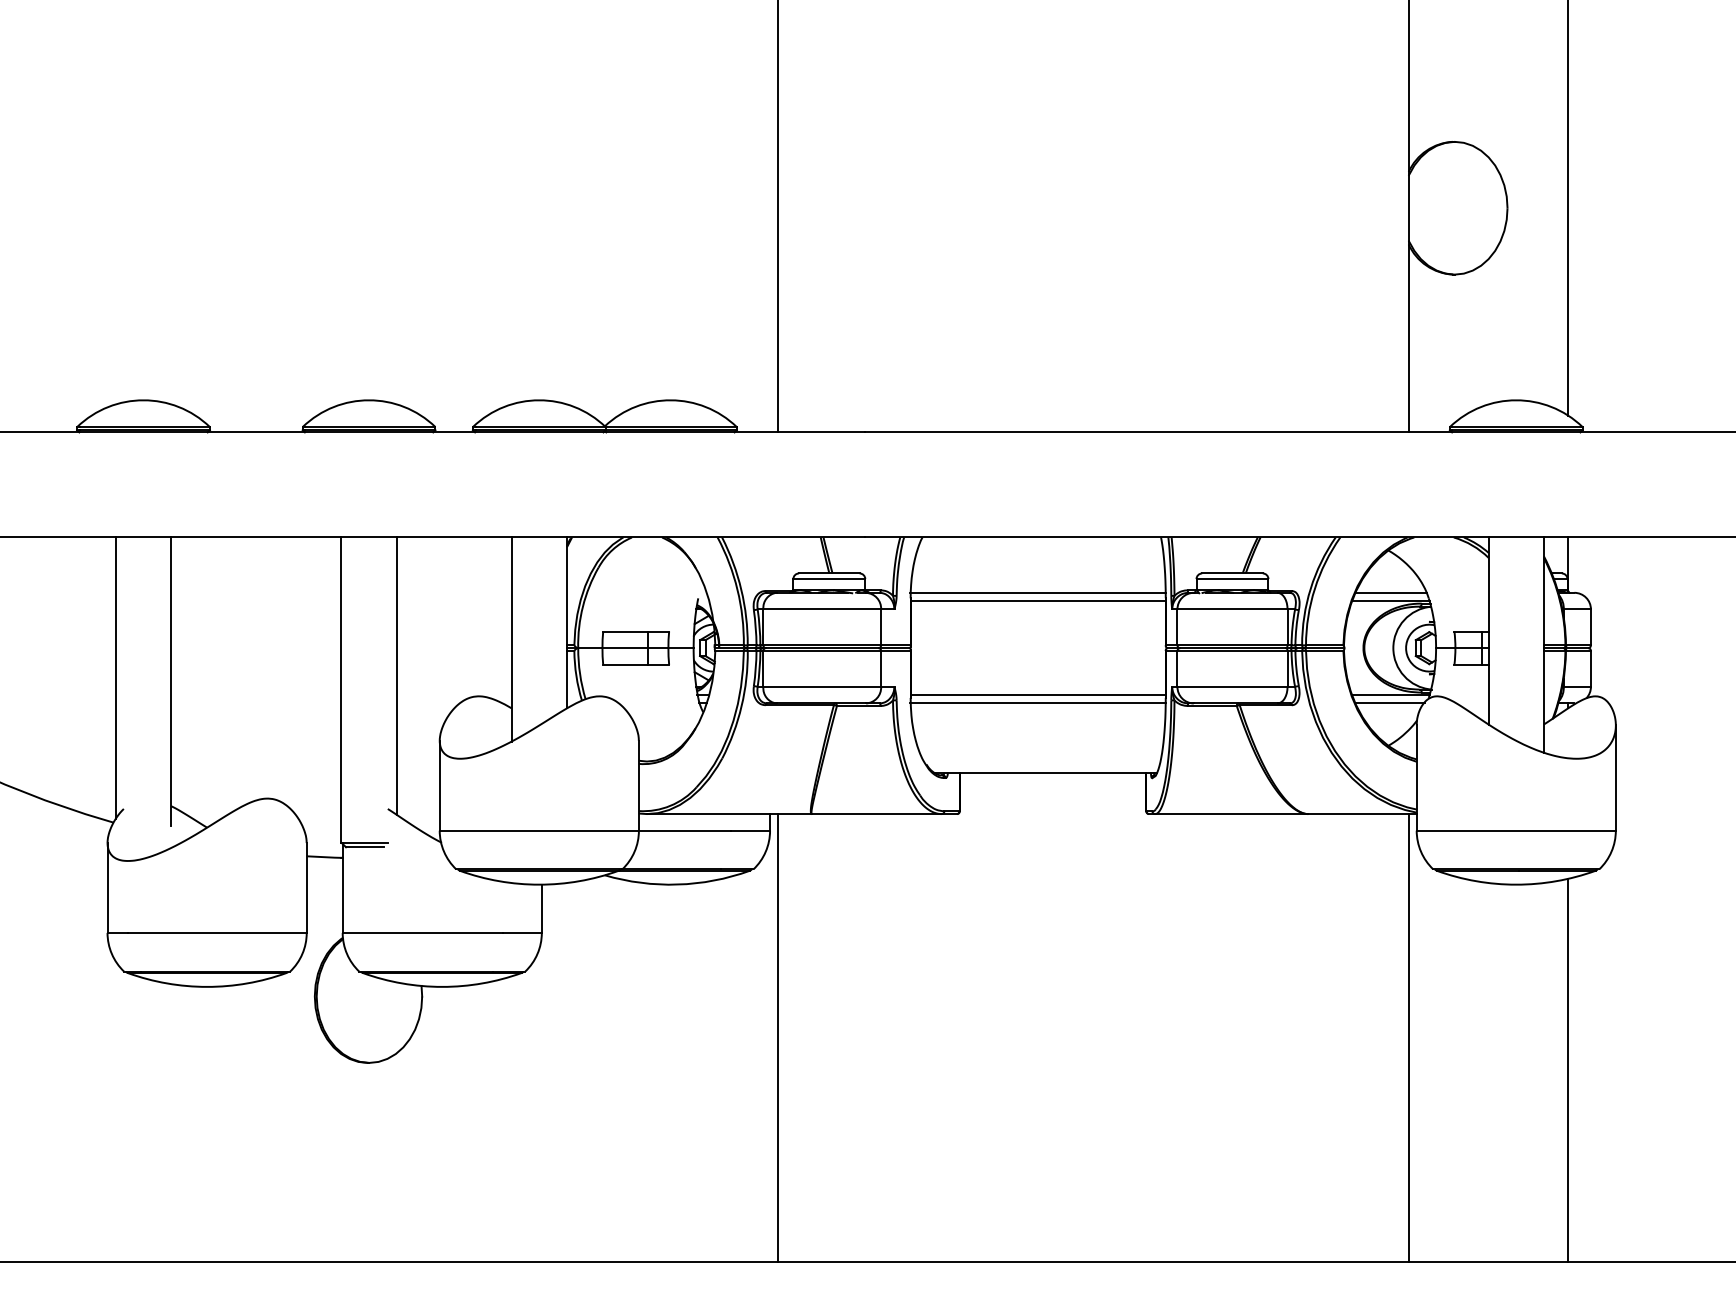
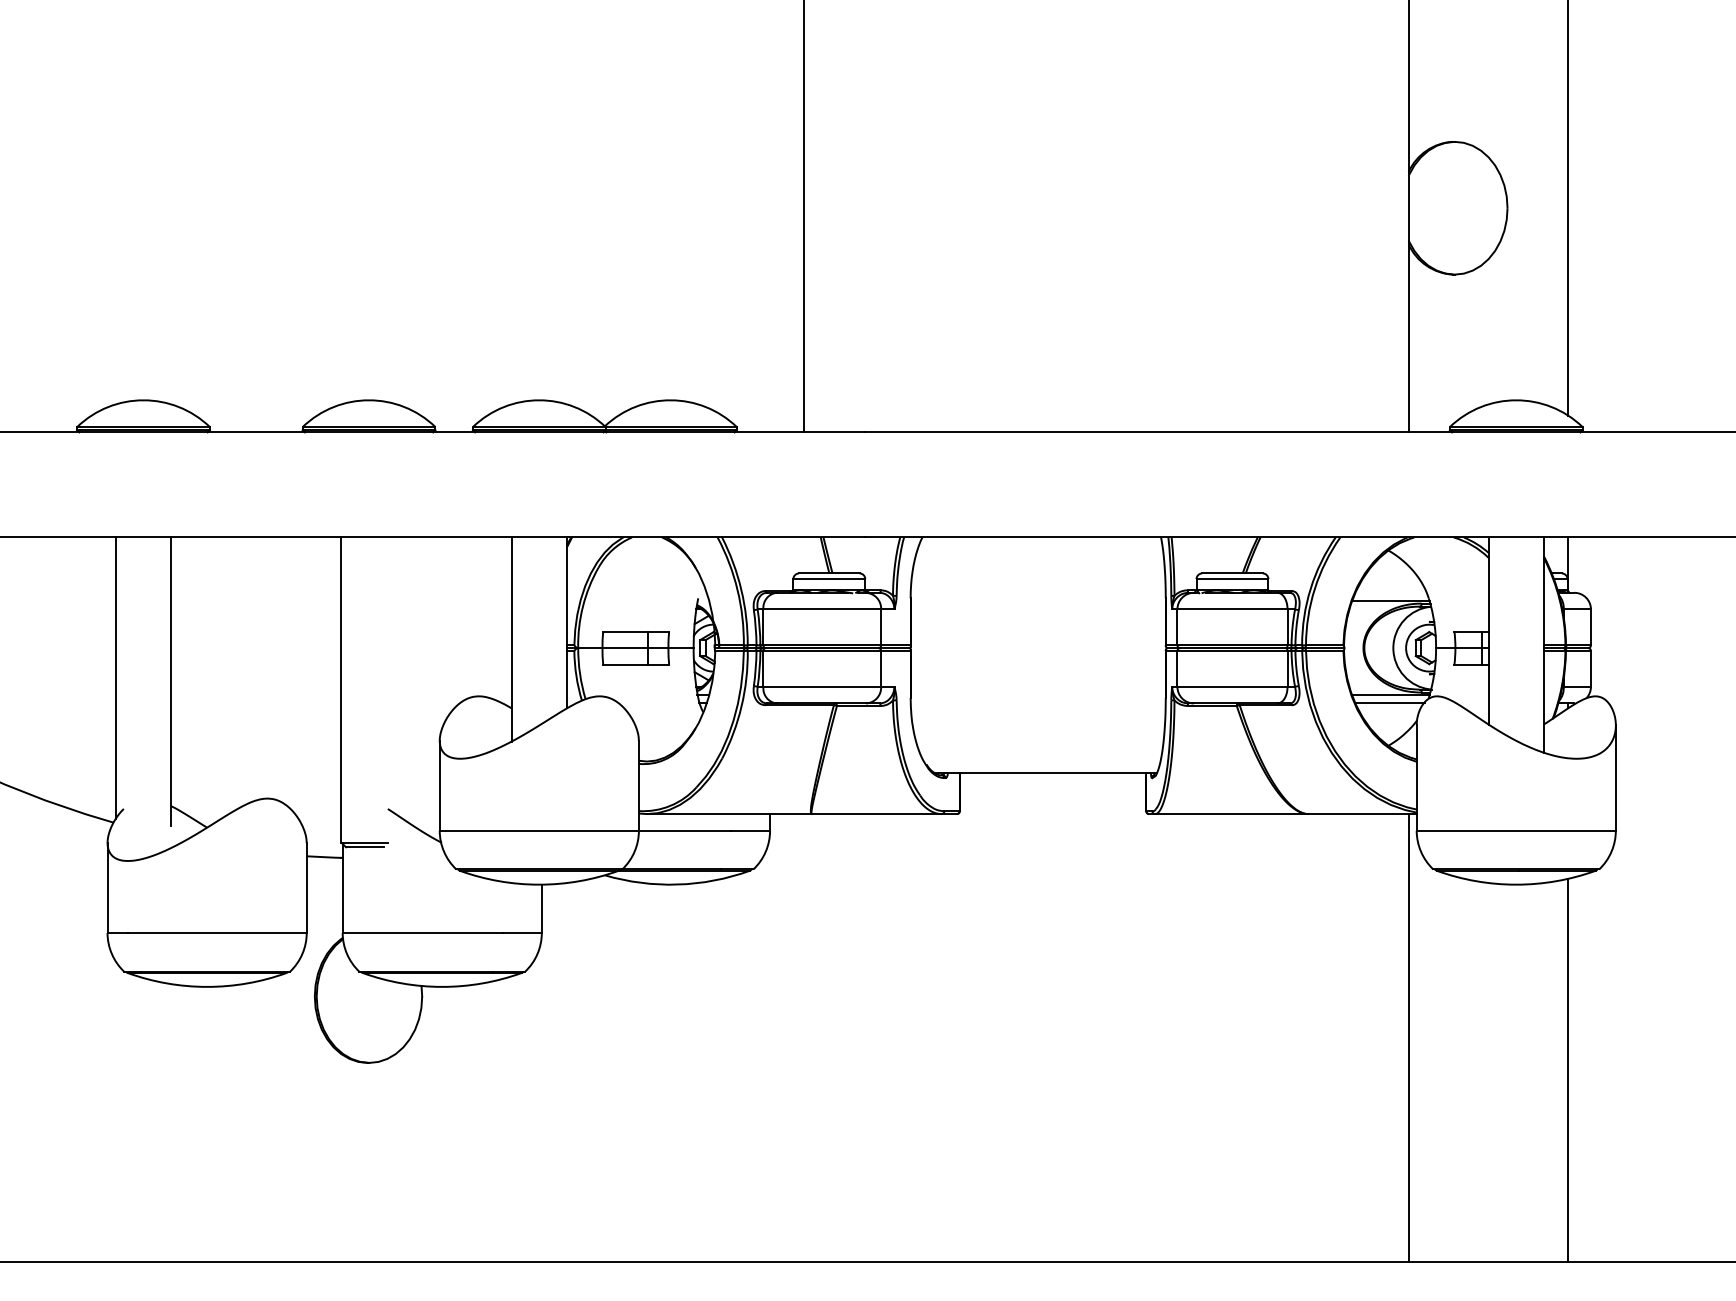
line at (778, 217) position: (778, 217) -> (804, 217)
line at (1037, 593): present -> none
line at (1391, 593): present -> none
line at (1037, 601): present -> none
line at (396, 675): present -> none
line at (1037, 694): present -> none
line at (1037, 702): present -> none
line at (778, 1038): present -> none
